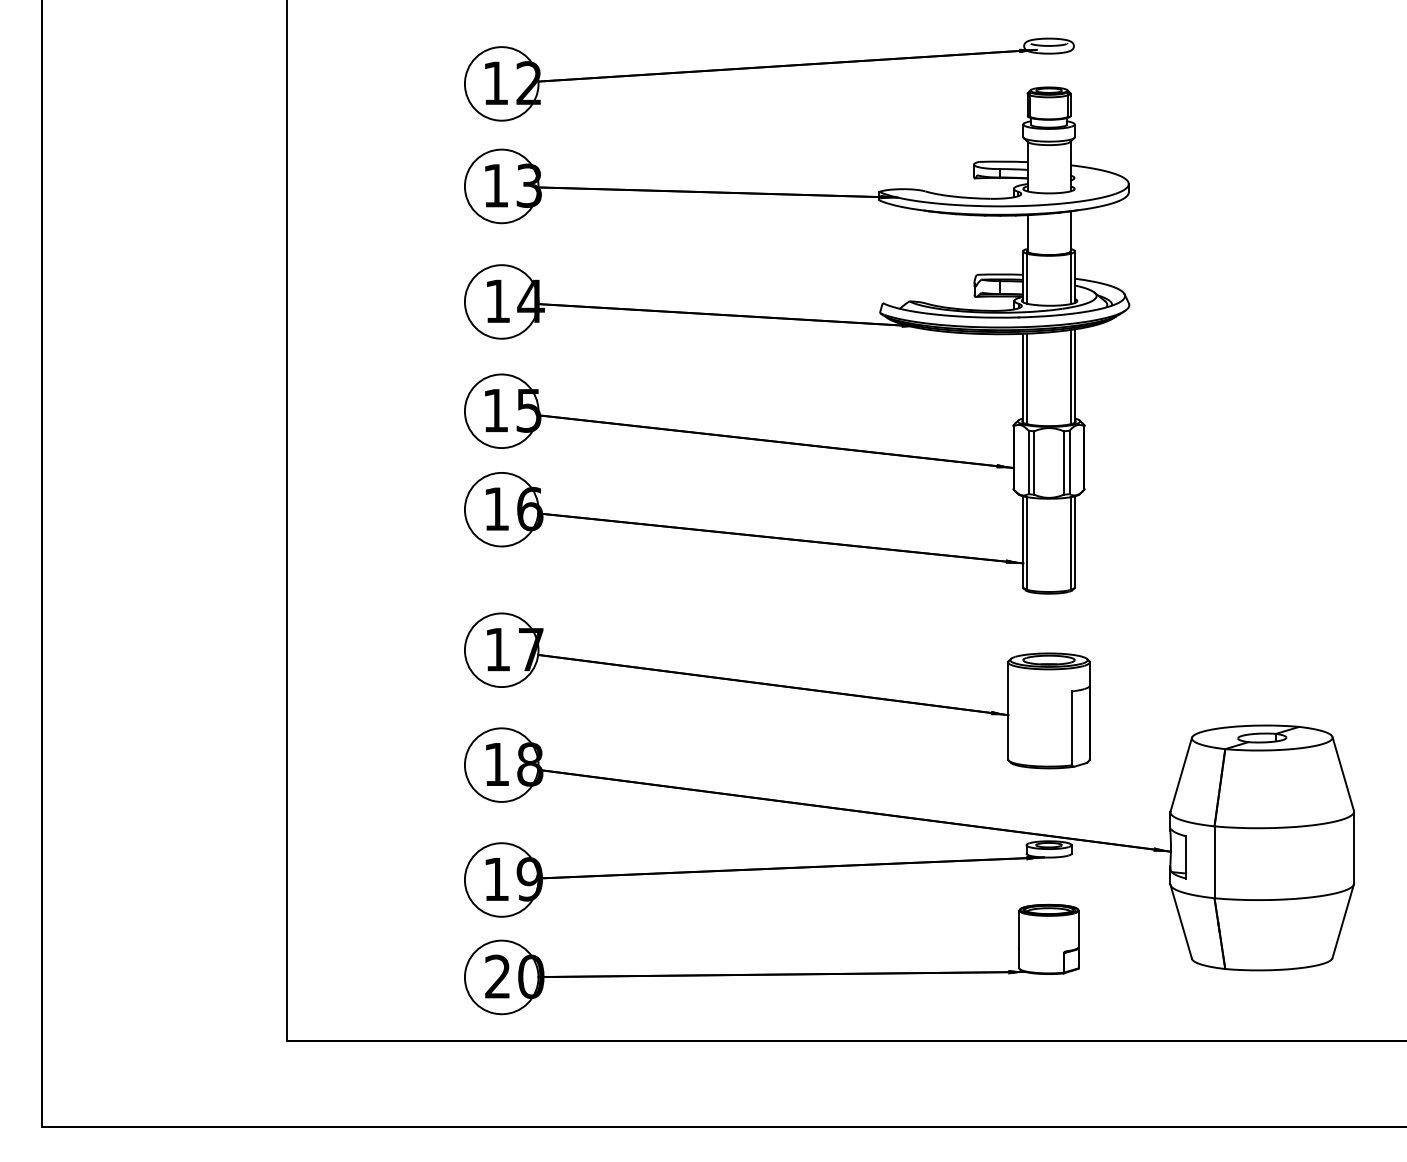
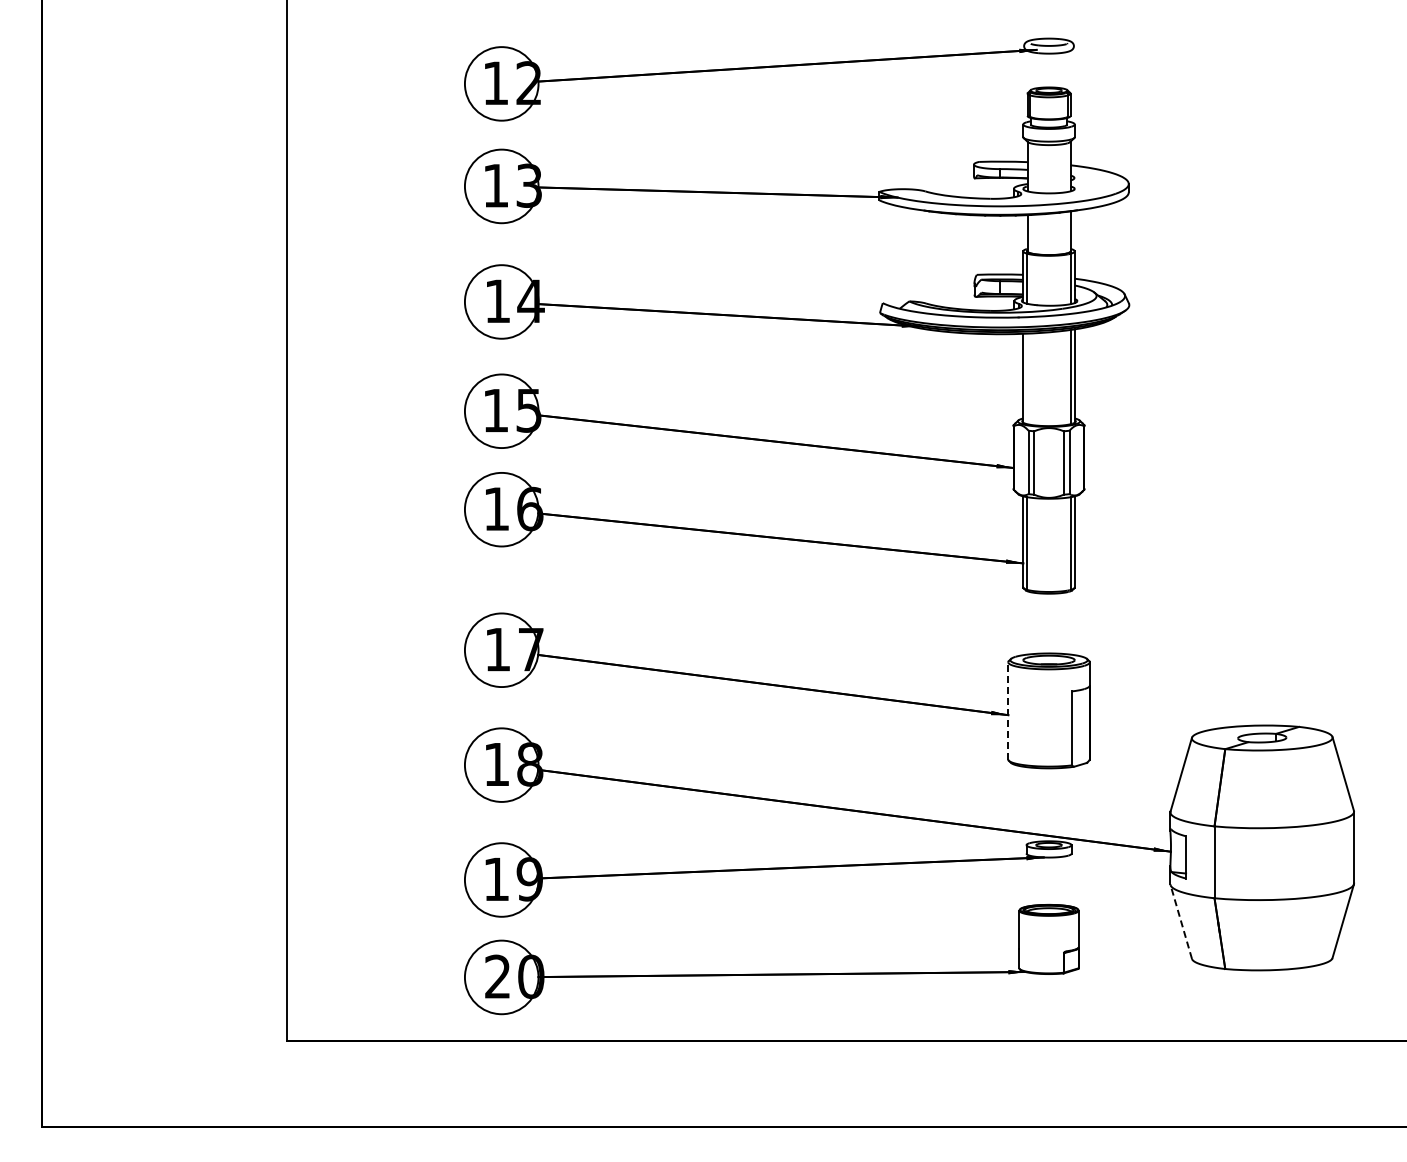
line at (1027, 378): present -> none
line at (1008, 710): solid -> dashed
line at (1181, 921): solid -> dashed
